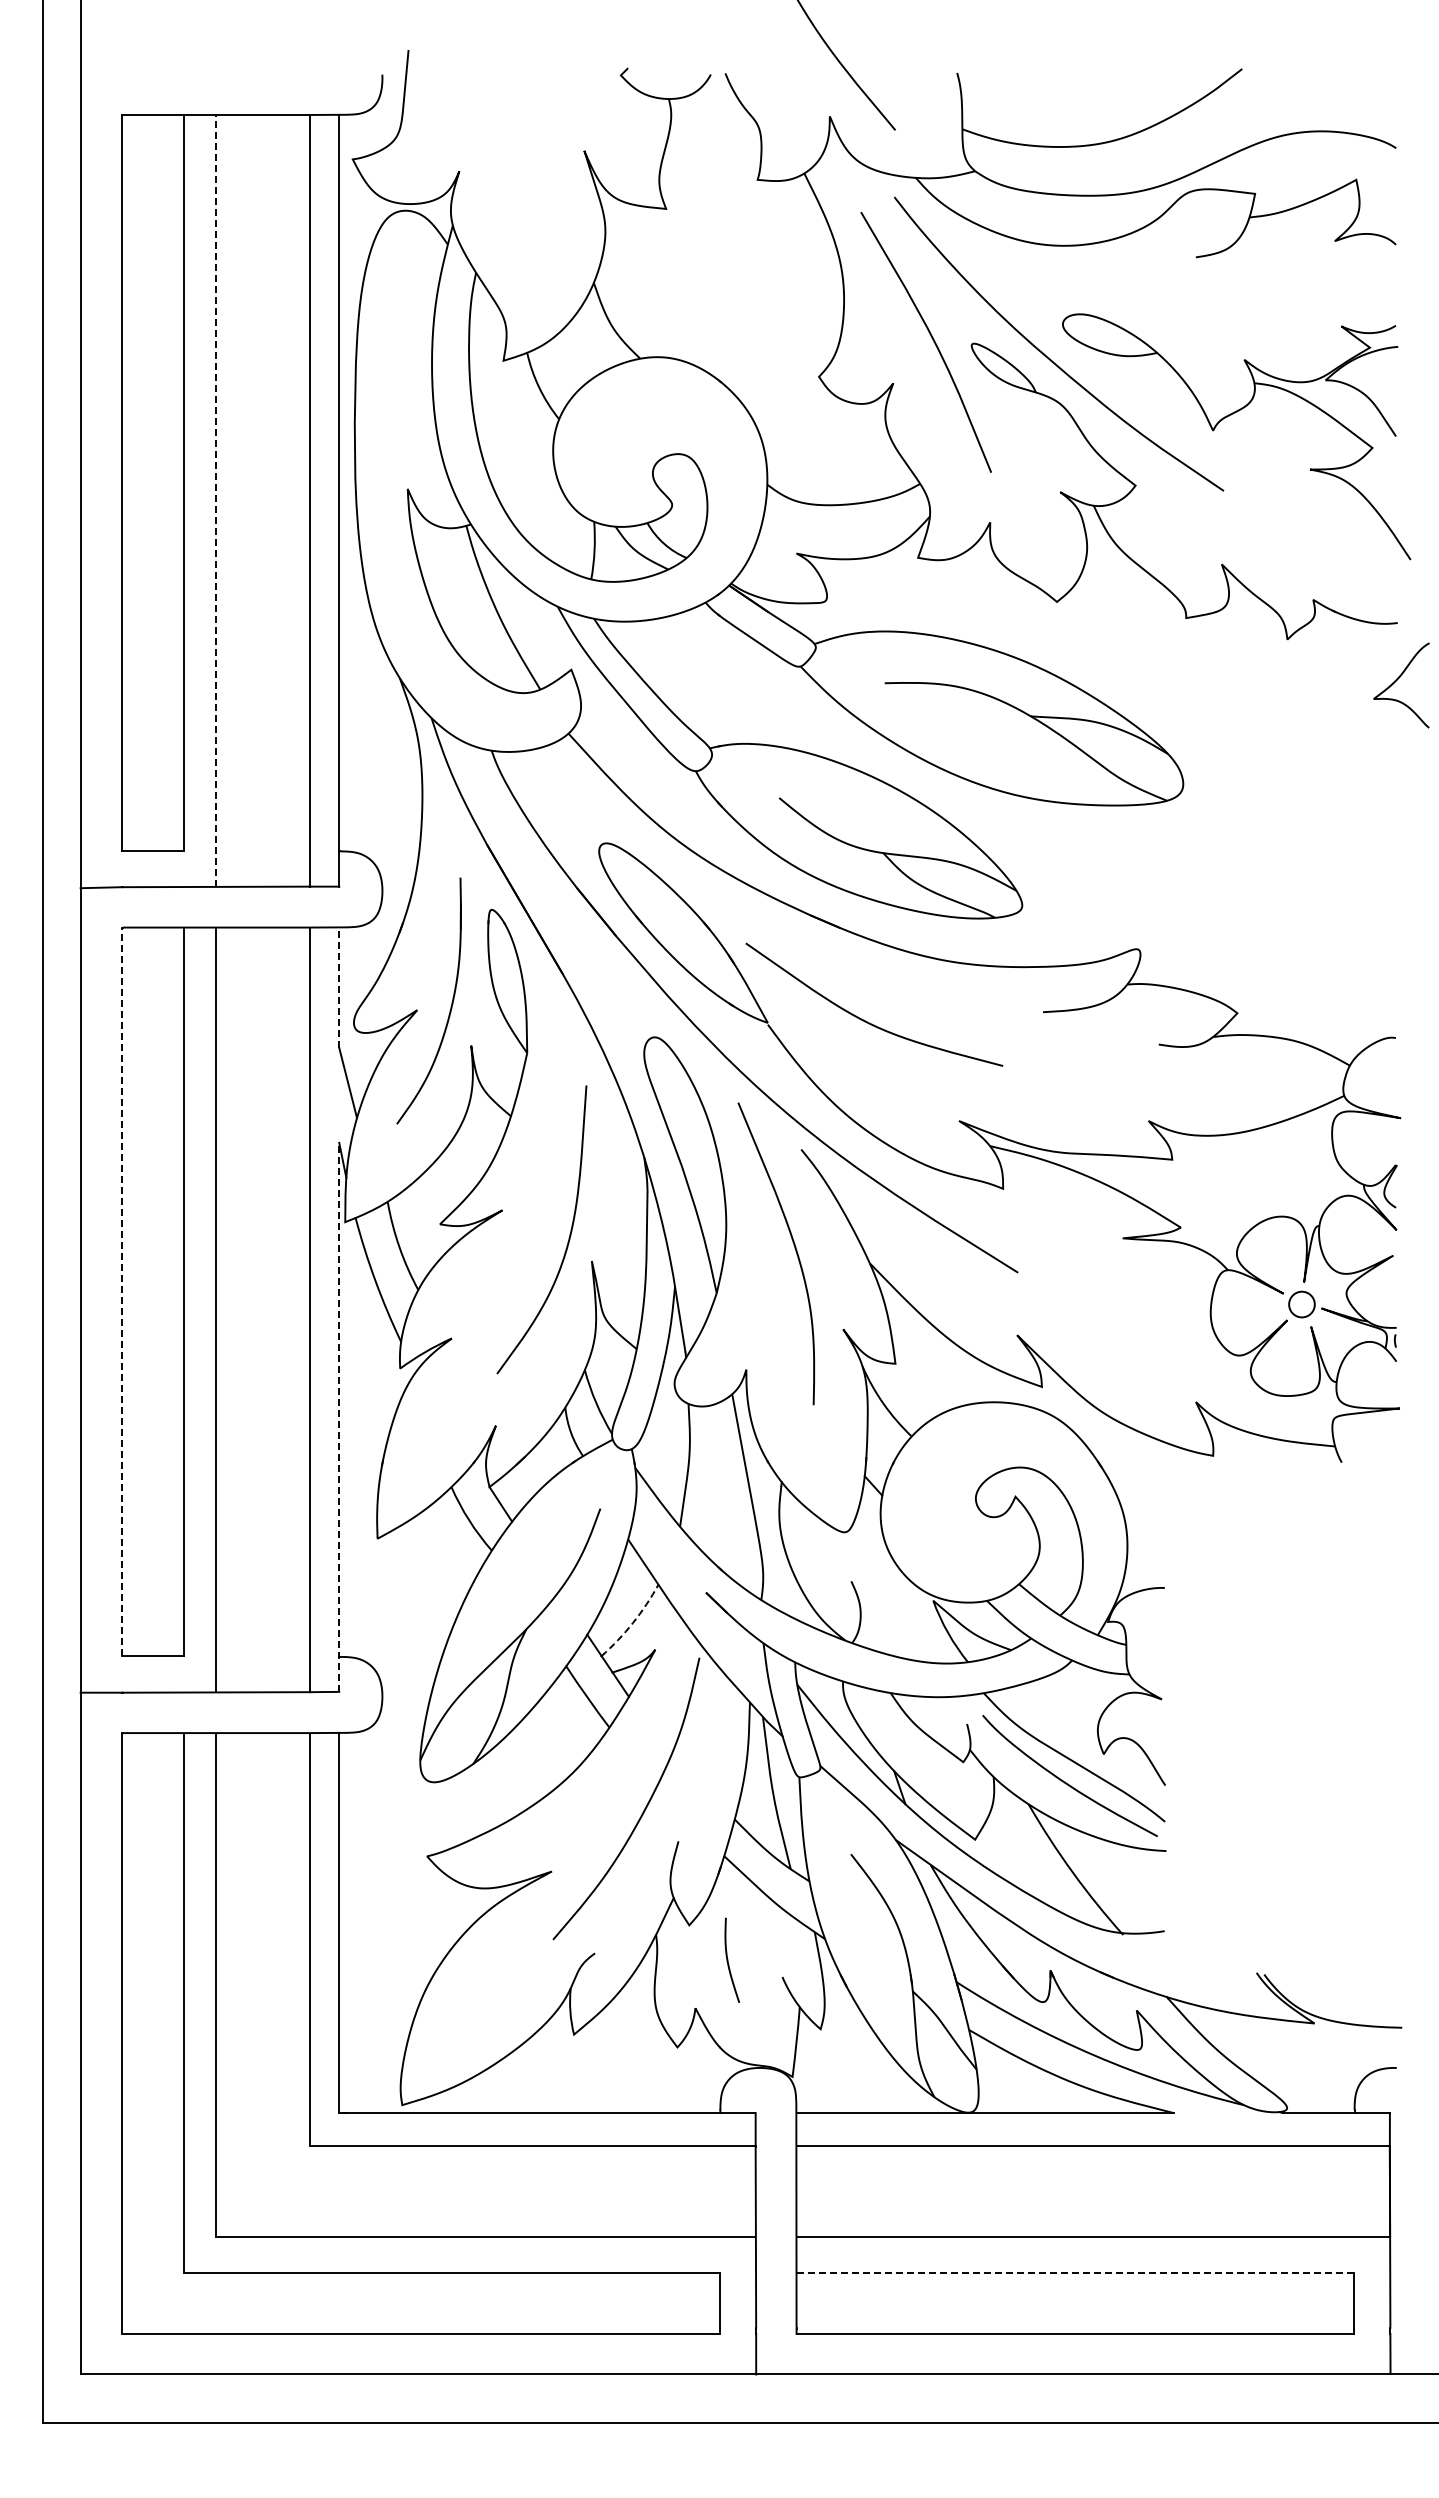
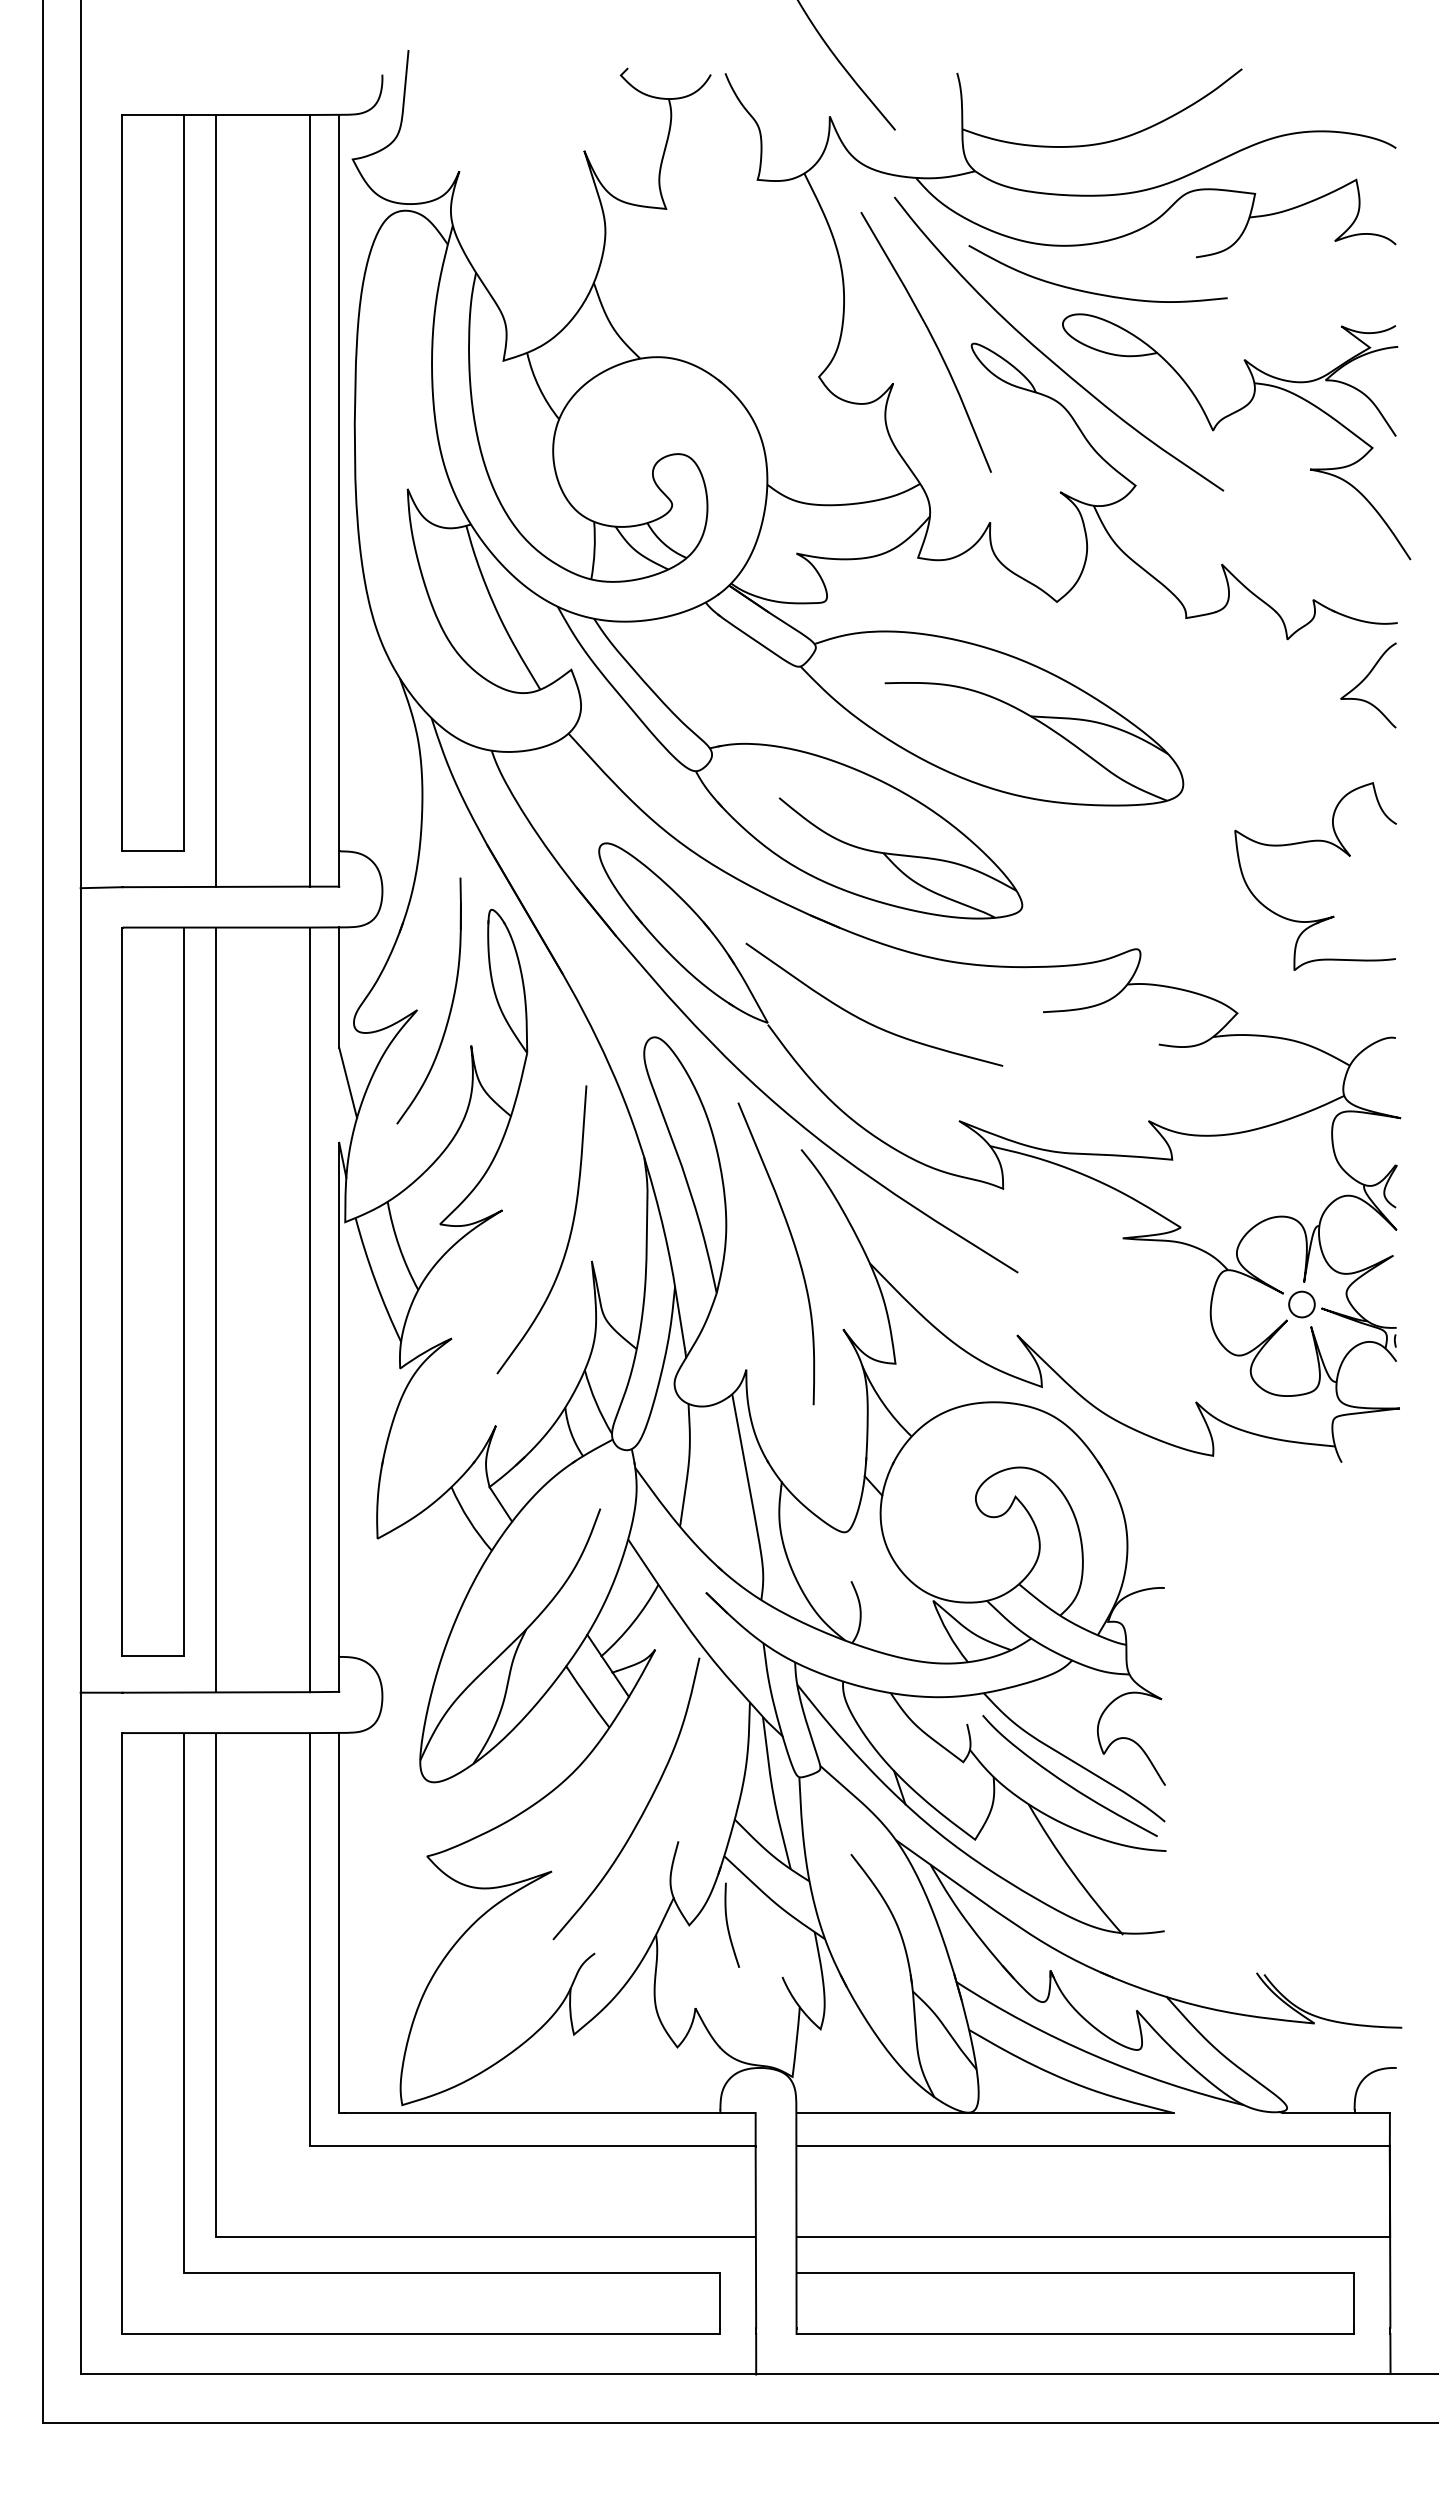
curve at (1095, 292): none -> present
line at (216, 500): dashed -> solid
curve at (1397, 680) position: (1397, 680) -> (1364, 680)
part at (1310, 842): none -> present
line at (339, 987): dashed -> solid
line at (122, 1291): dashed -> solid
line at (339, 1417): dashed -> solid
arc at (633, 1622): dashed -> solid
curve at (728, 1959) position: (728, 1959) -> (728, 1924)
line at (1075, 2272): dashed -> solid
